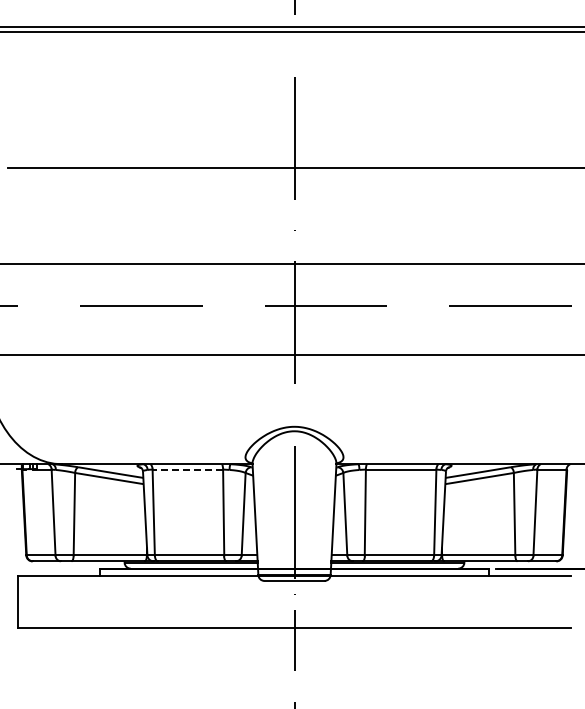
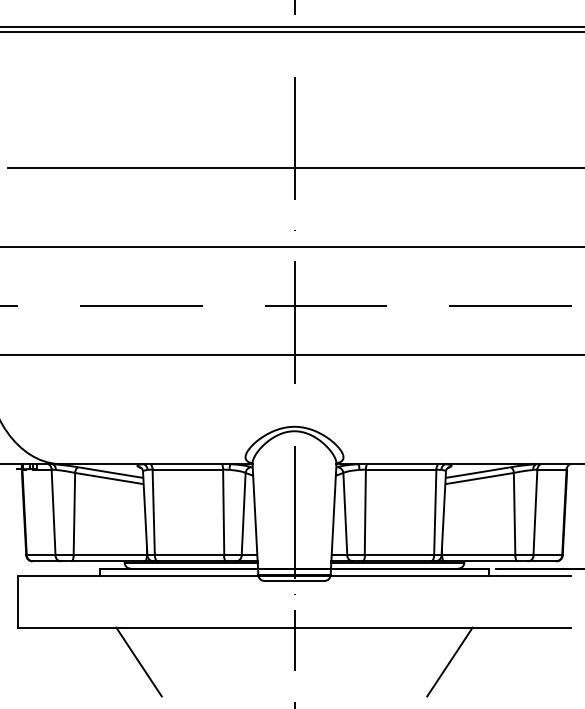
line at (291, 263) position: (291, 263) -> (291, 246)
line at (187, 469): dashed -> solid
line at (138, 661): none -> present
line at (449, 661): none -> present
